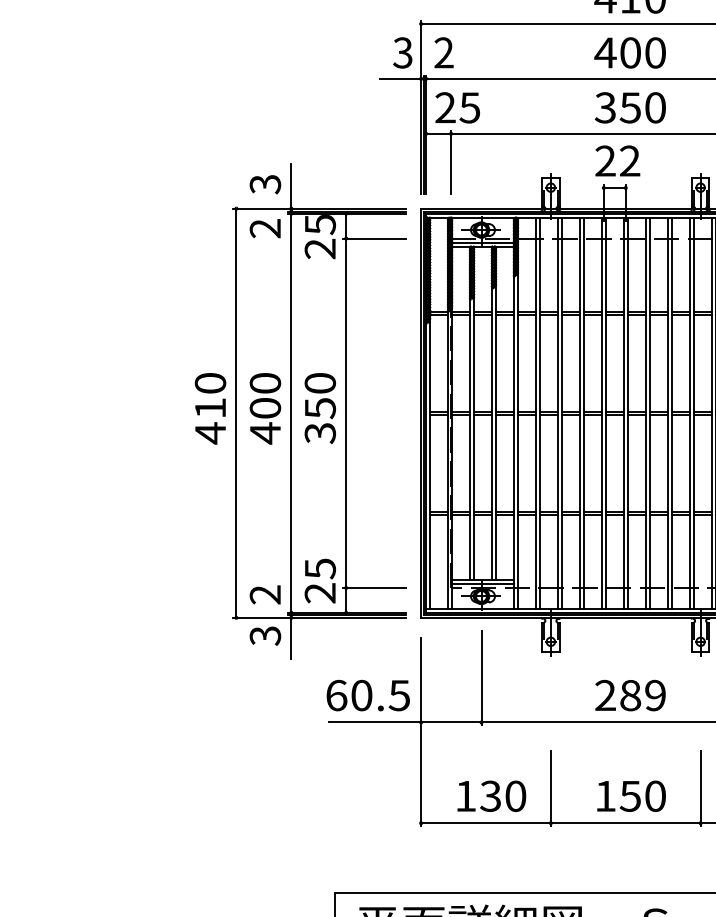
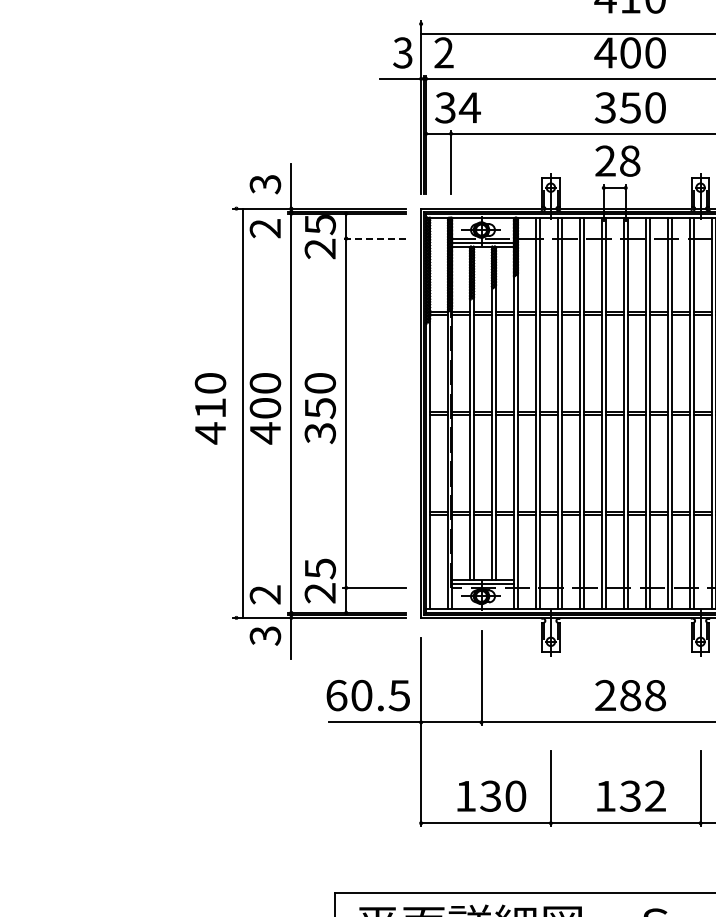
line at (566, 23) position: (566, 23) -> (566, 33)
text at (457, 107): 25 -> 34
text at (630, 160): 22 -> 28
line at (374, 238): solid -> dashed
line at (236, 412) position: (236, 412) -> (243, 412)
text at (655, 695): 289 -> 288
text at (642, 795): 150 -> 132
